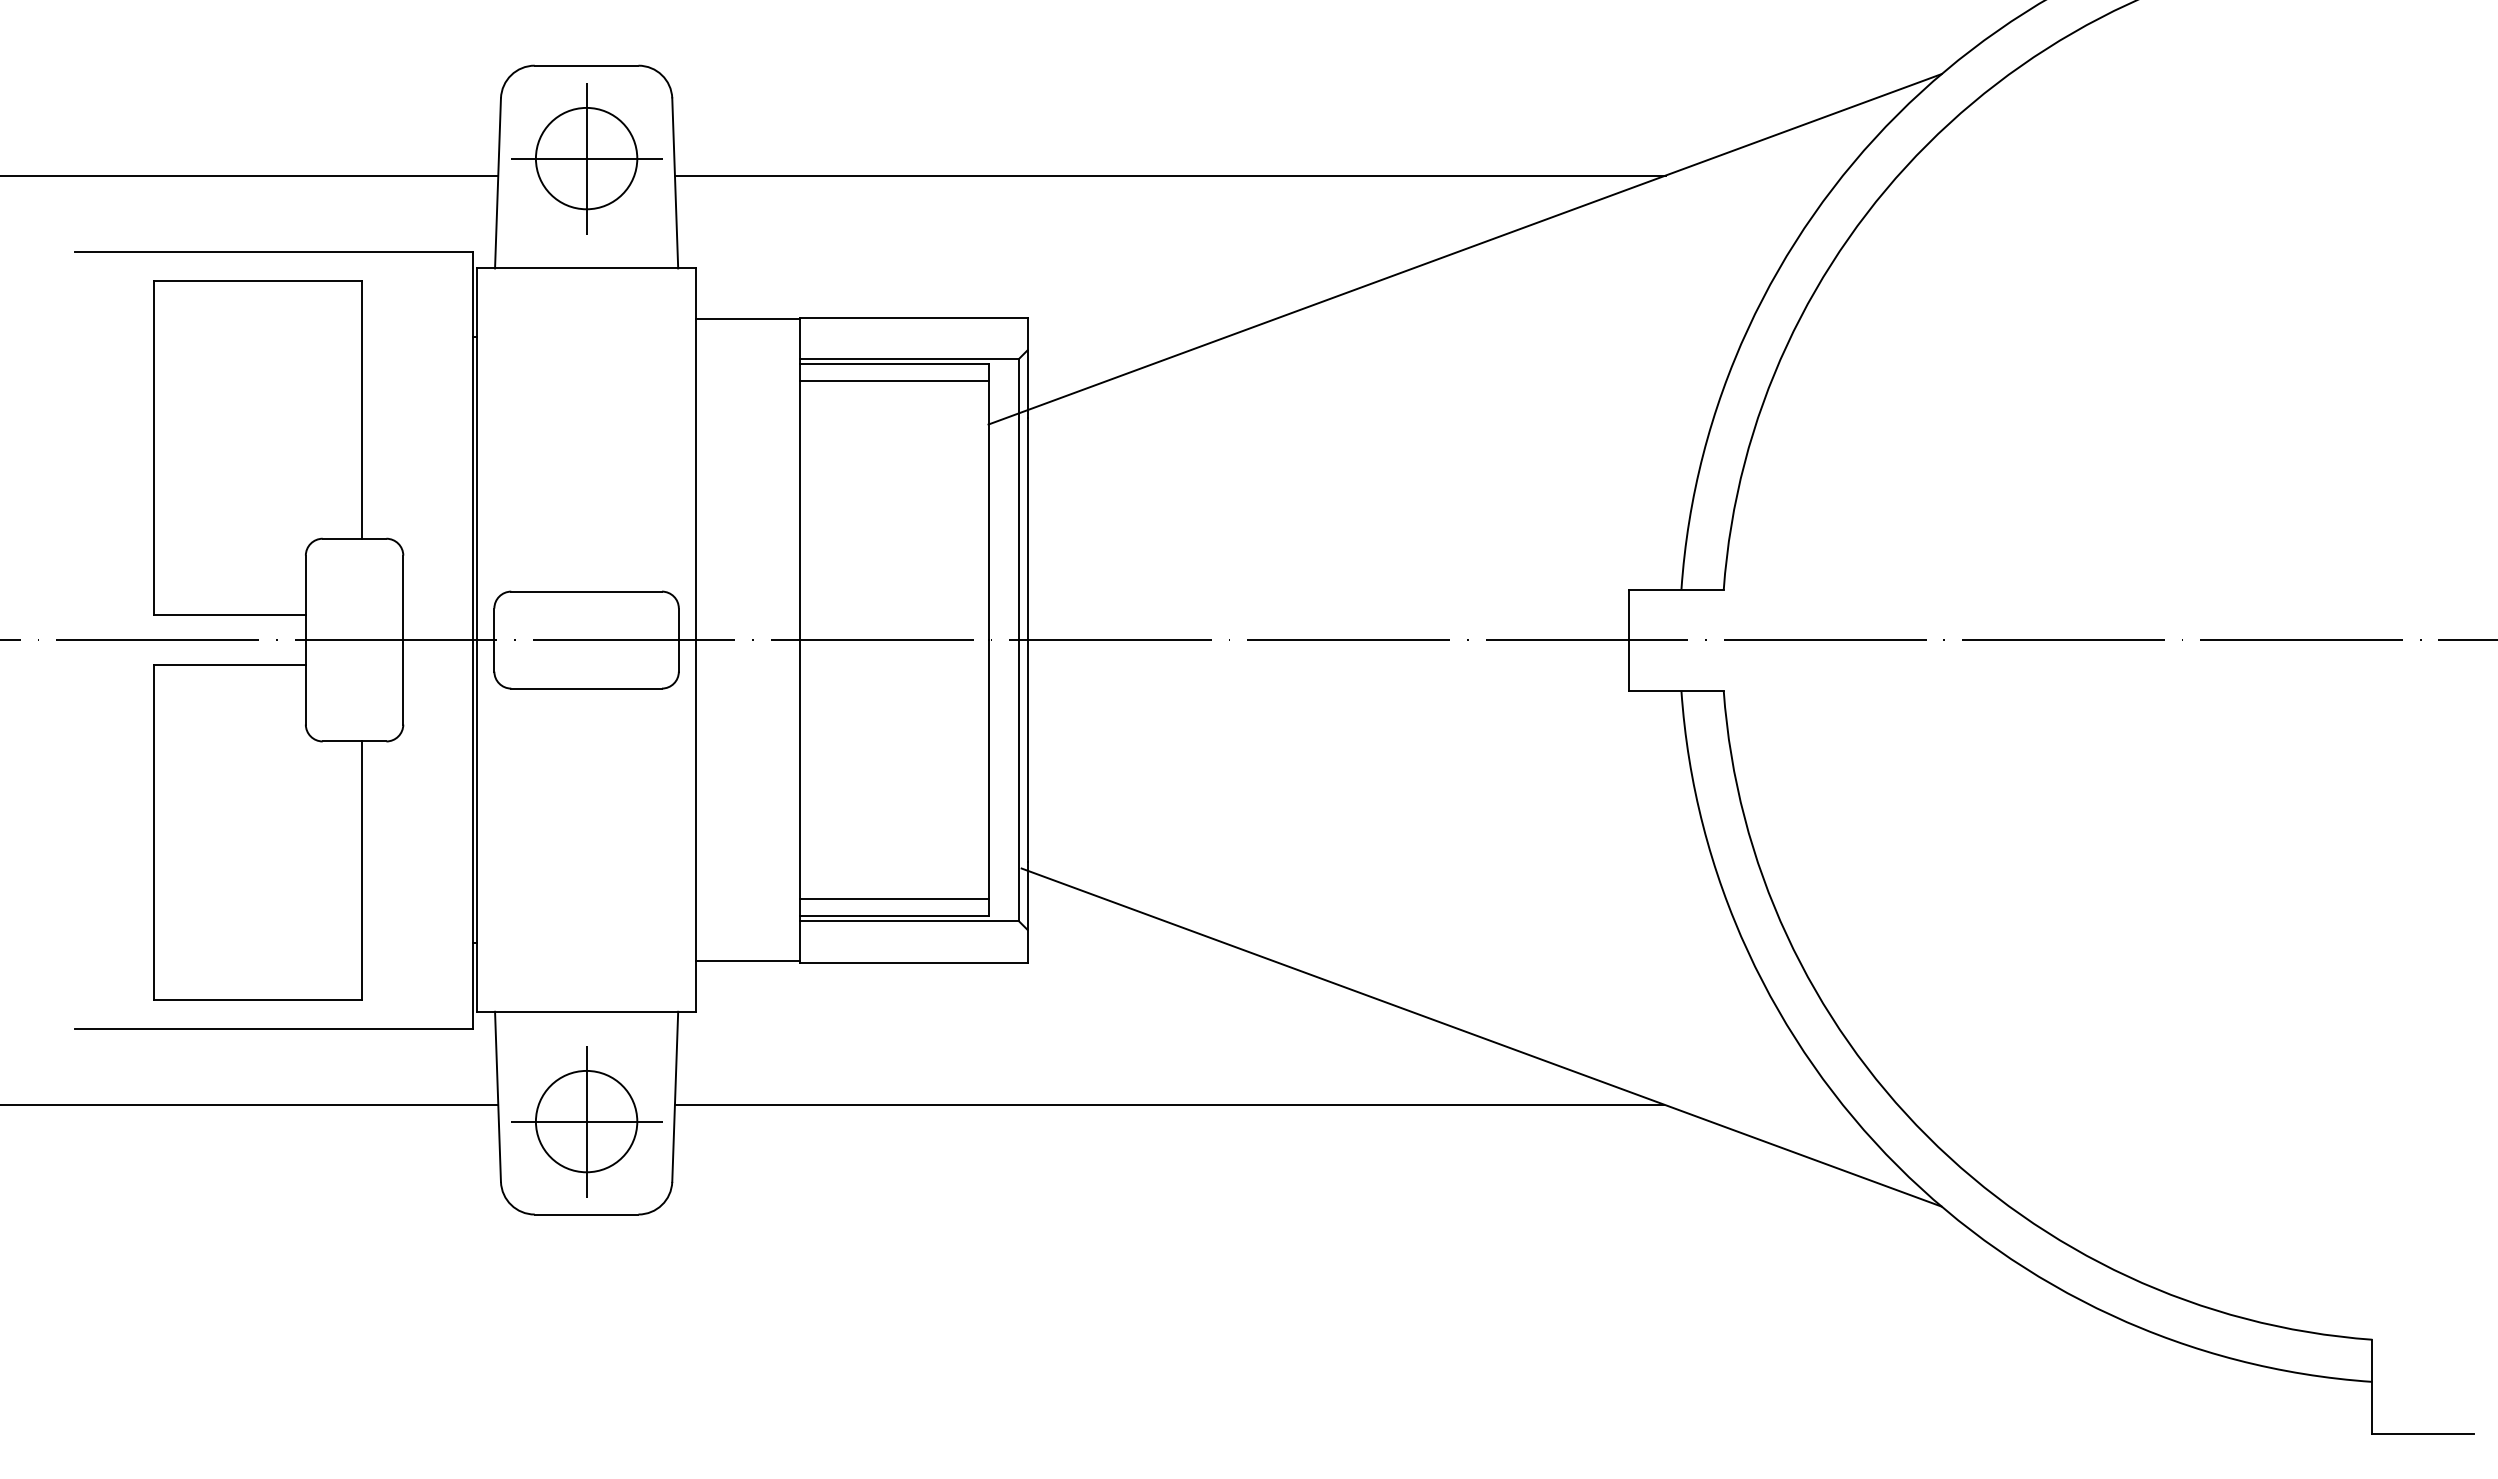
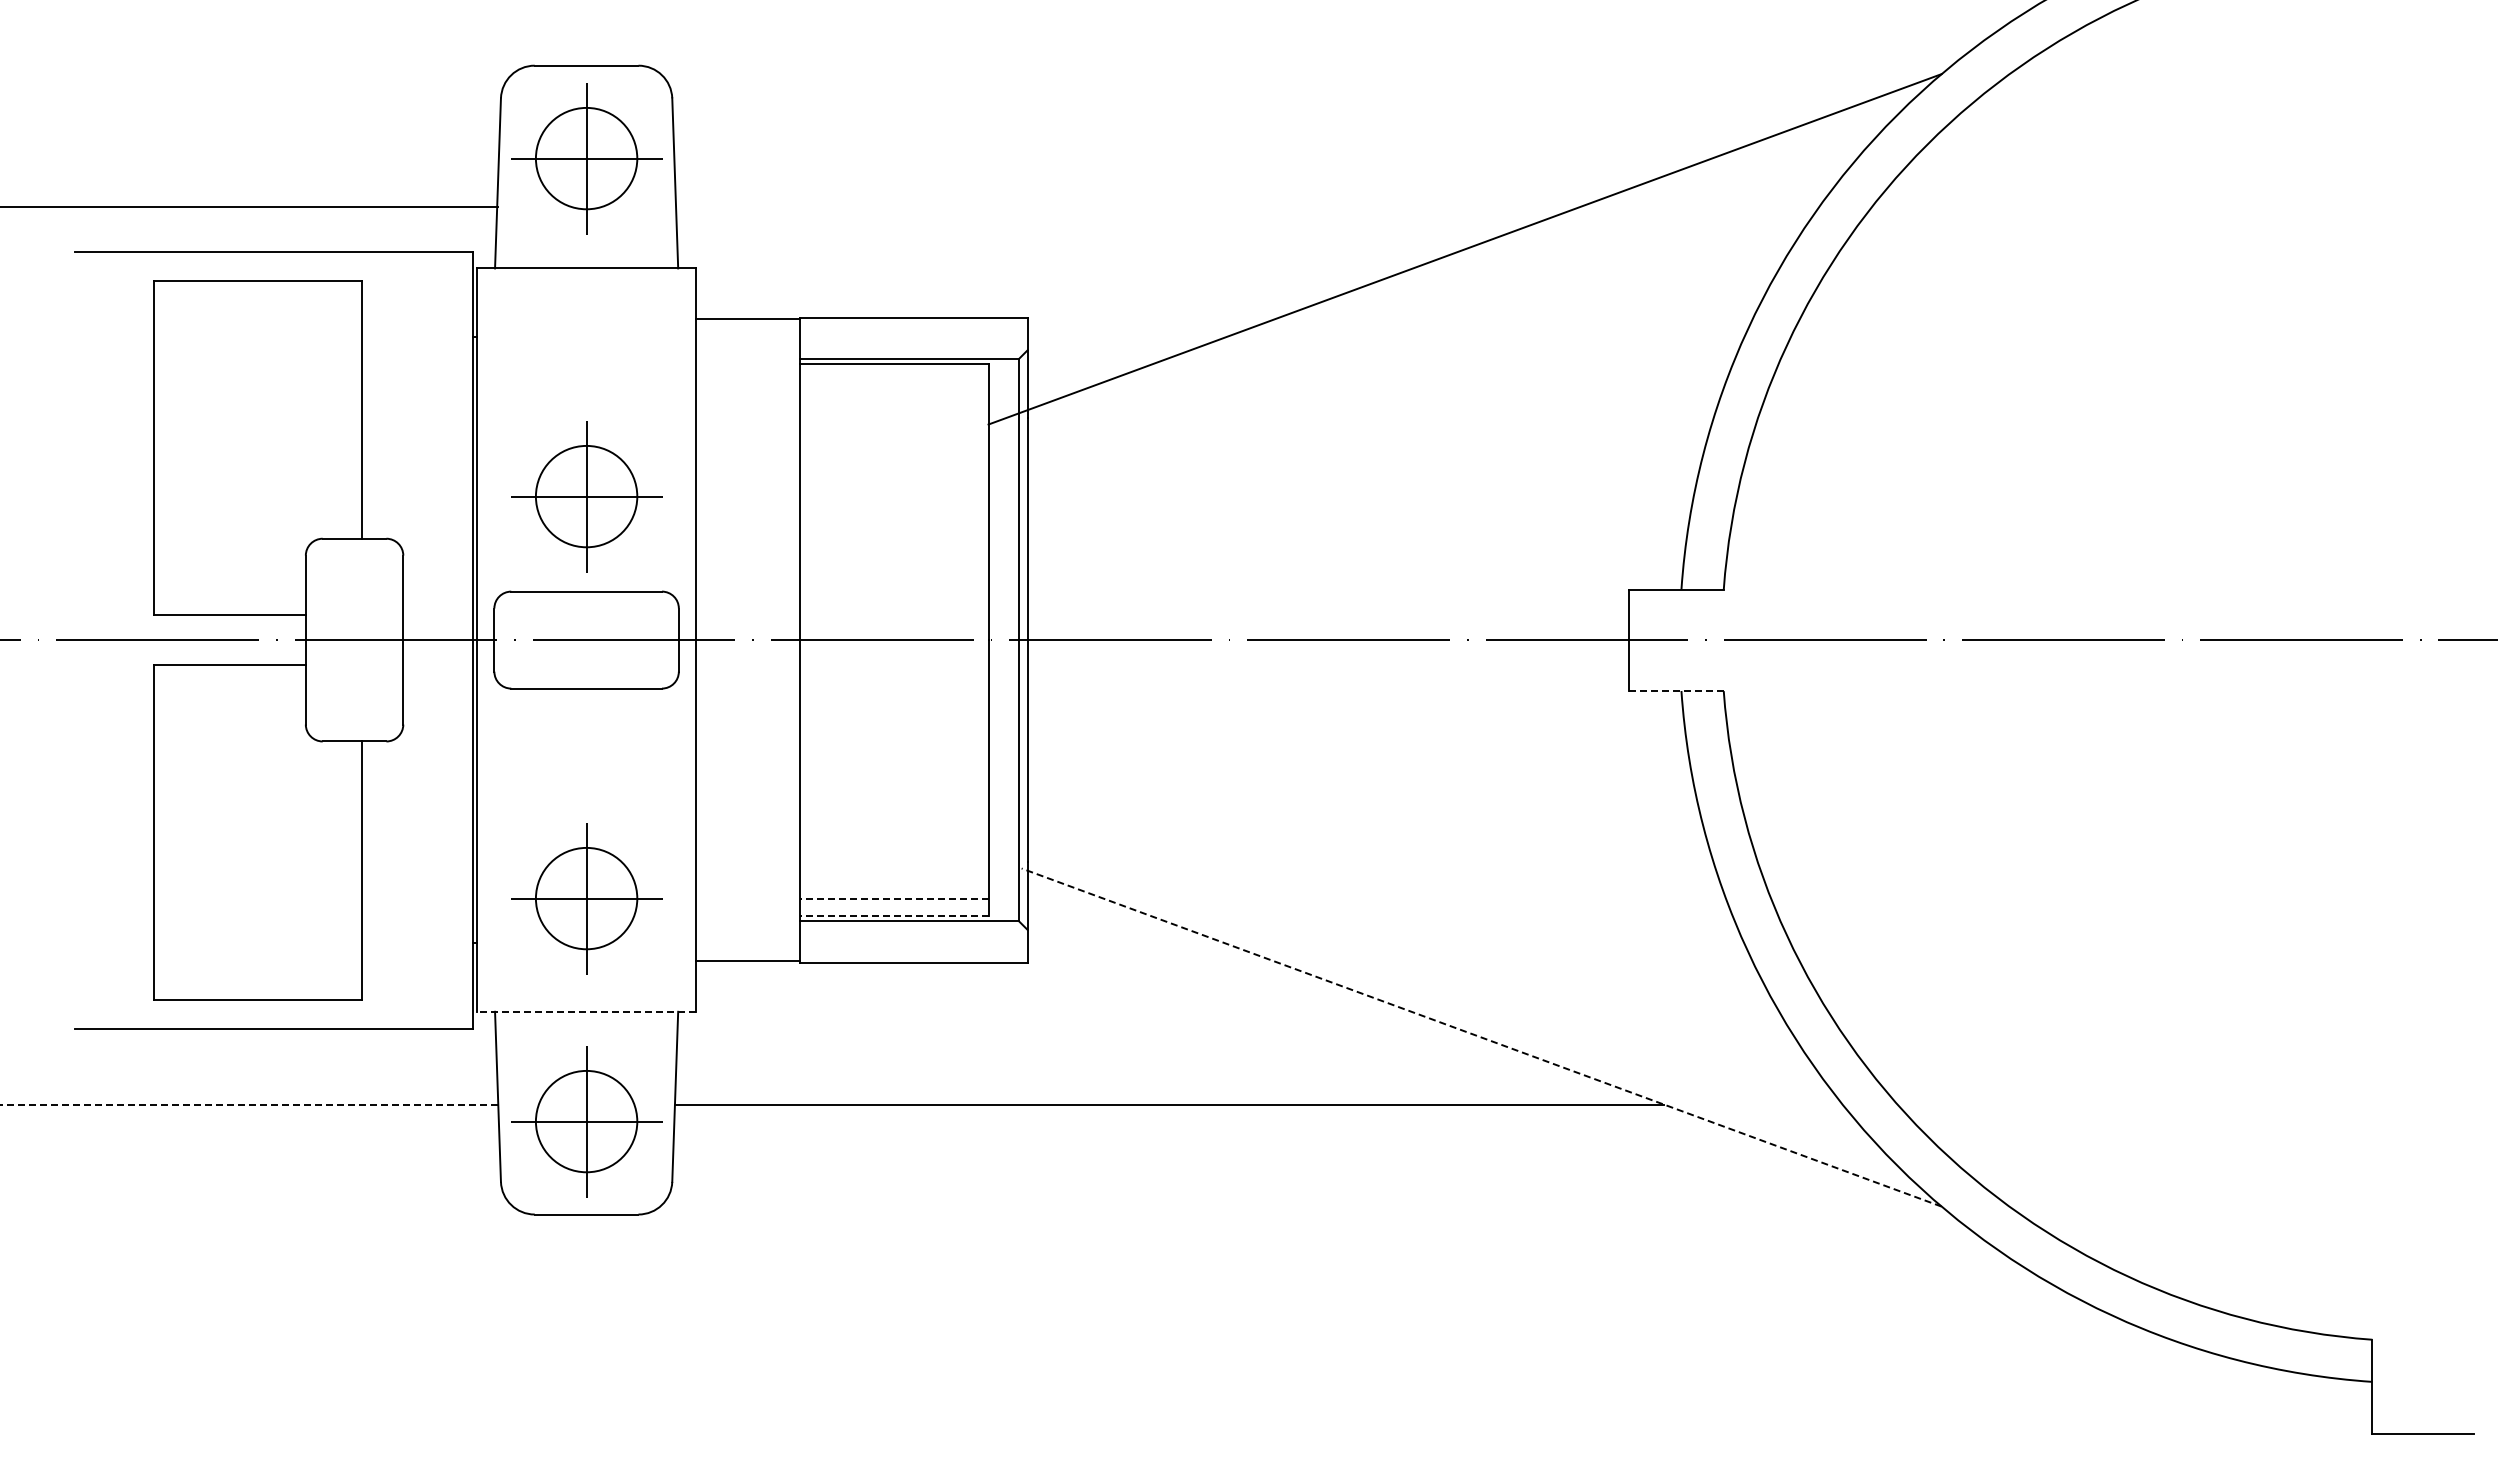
line at (250, 175) position: (250, 175) -> (250, 206)
line at (1169, 175): present -> none
line at (893, 380): present -> none
part at (586, 496): none -> present
line at (1675, 691): solid -> dashed
part at (586, 898): none -> present
line at (894, 899): solid -> dashed
line at (894, 916): solid -> dashed
line at (586, 1011): solid -> dashed
line at (1481, 1037): solid -> dashed
line at (249, 1104): solid -> dashed
